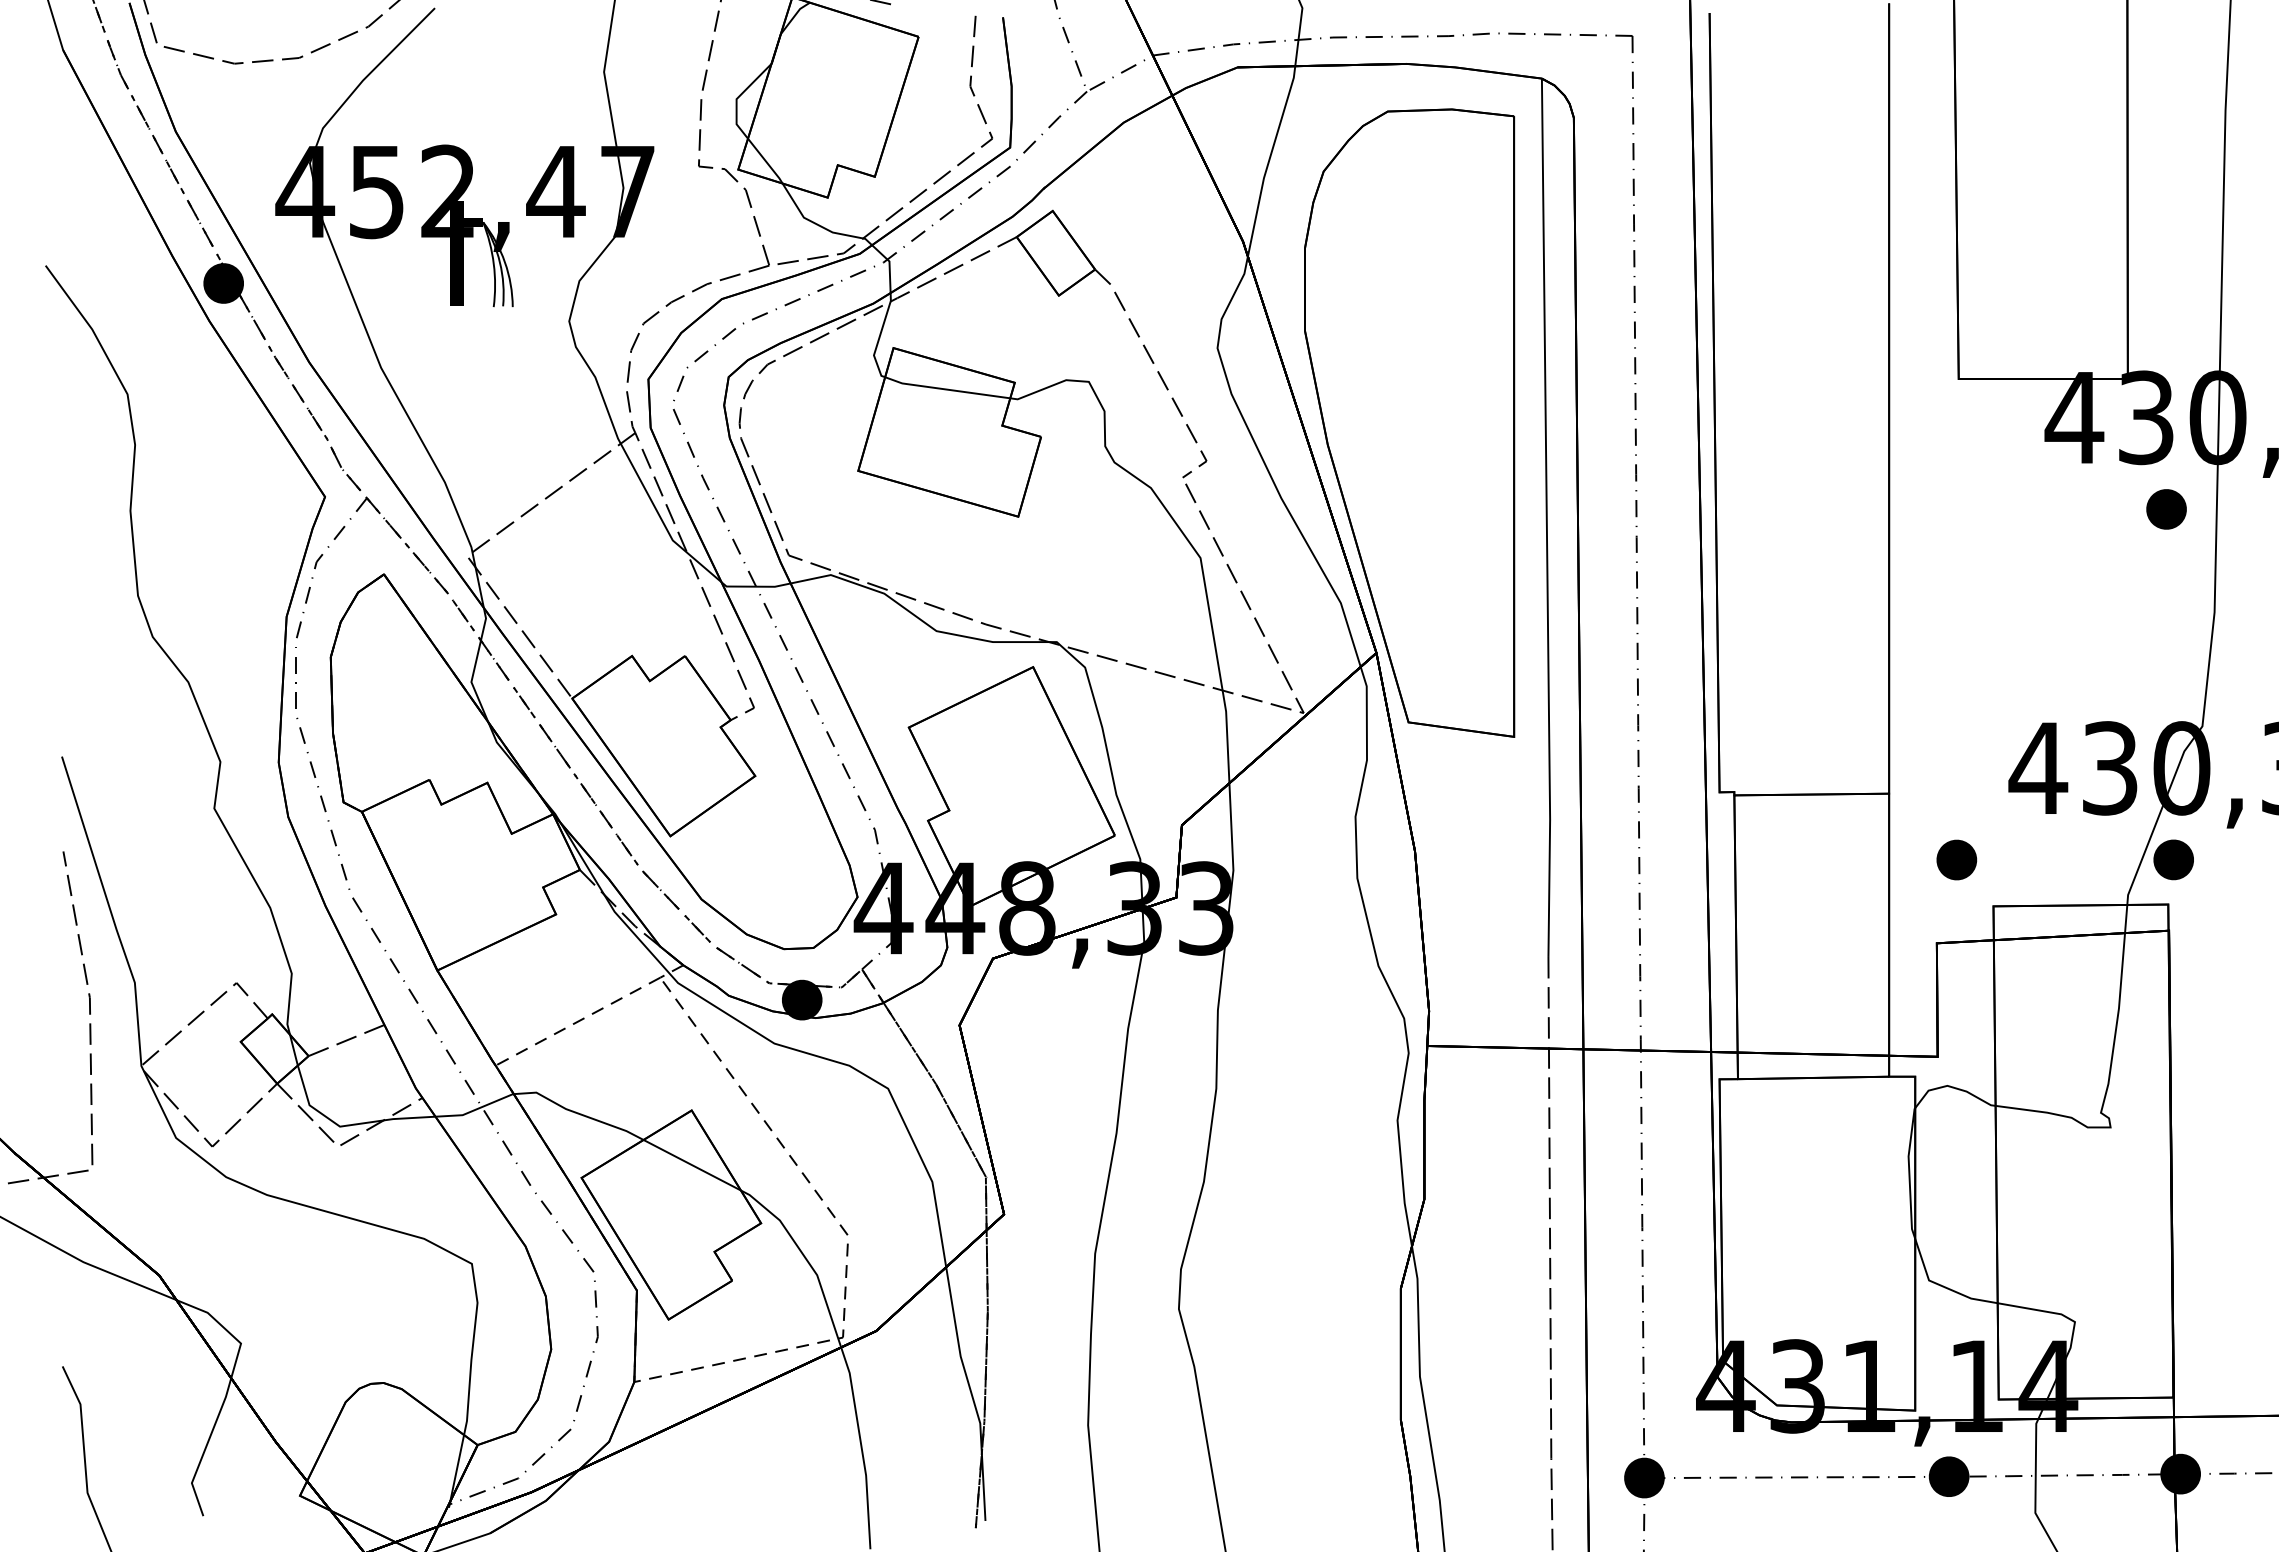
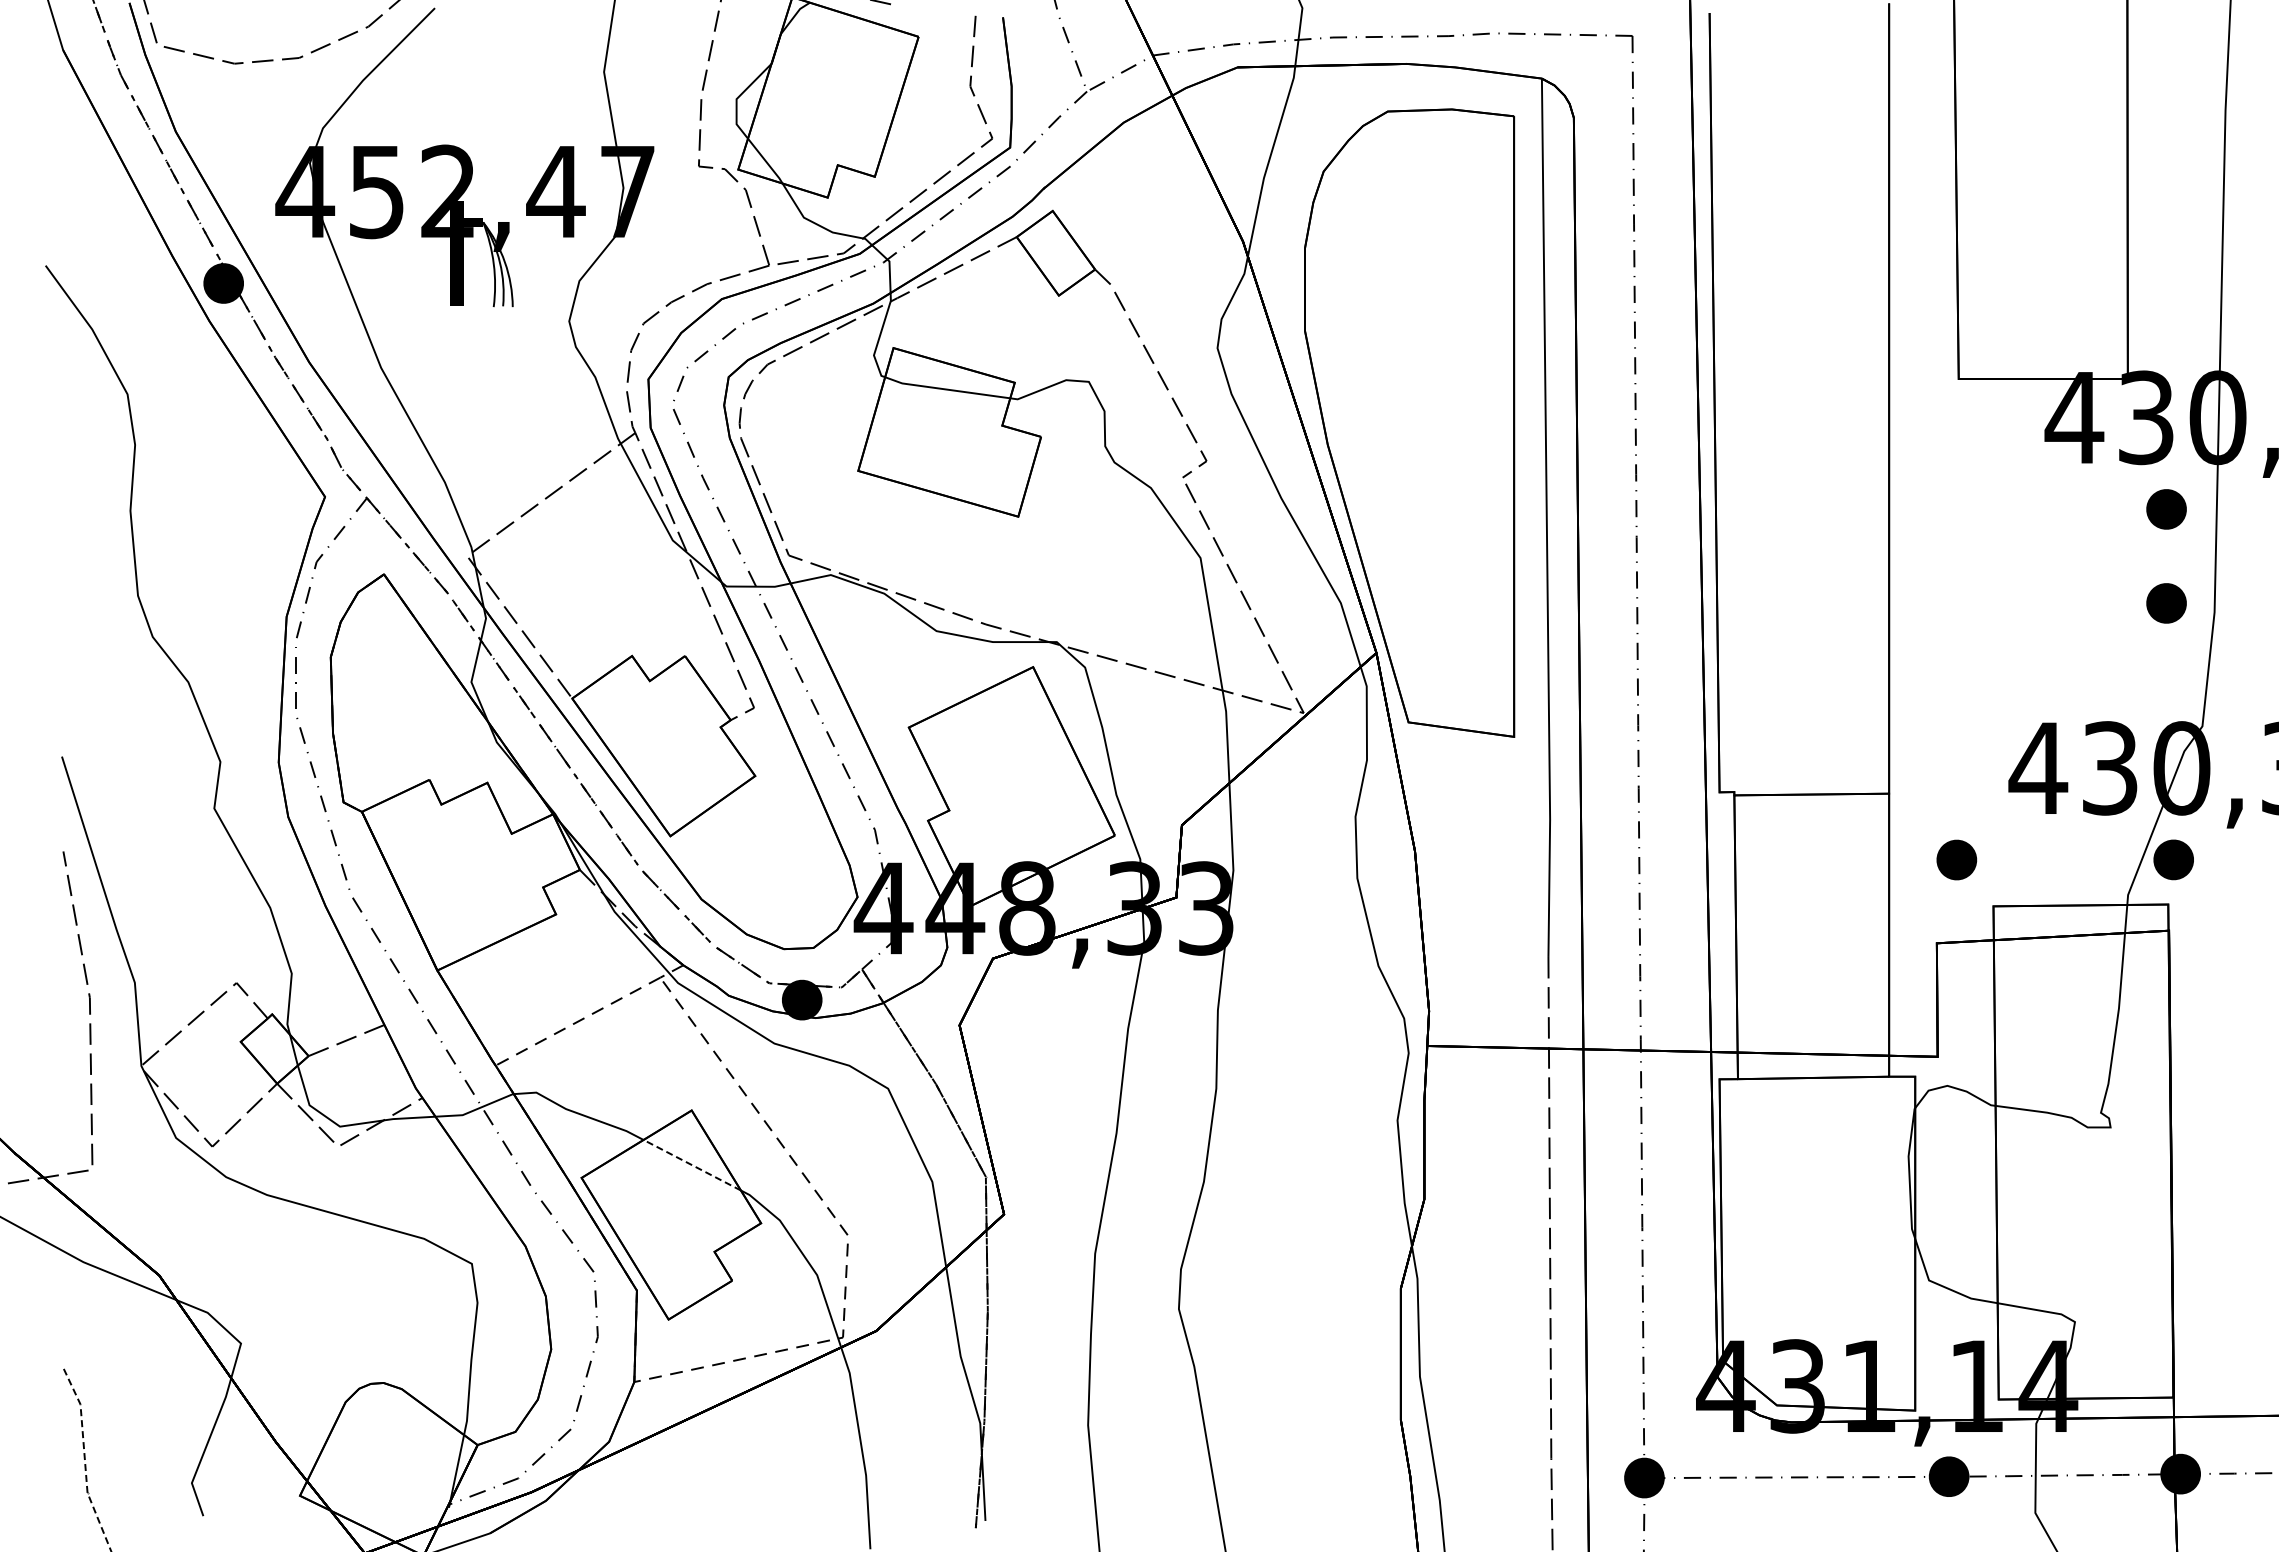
part at (2166, 603): none -> present
line at (692, 1165): solid -> dashed
line at (84, 1459): solid -> dashed
